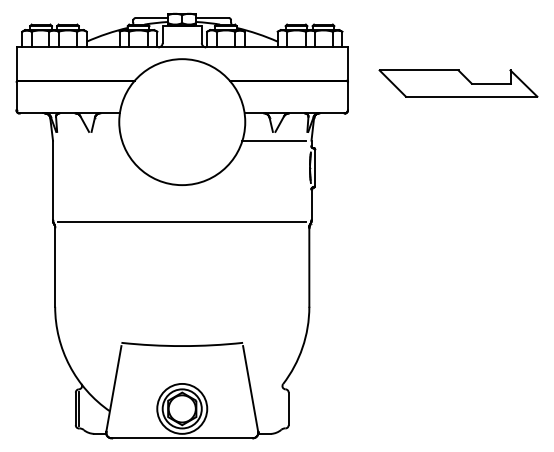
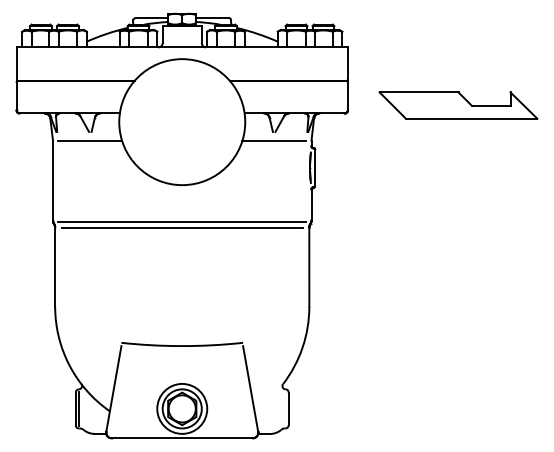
part at (458, 83) position: (458, 83) -> (458, 105)
line at (90, 140): none -> present
line at (181, 227): none -> present
